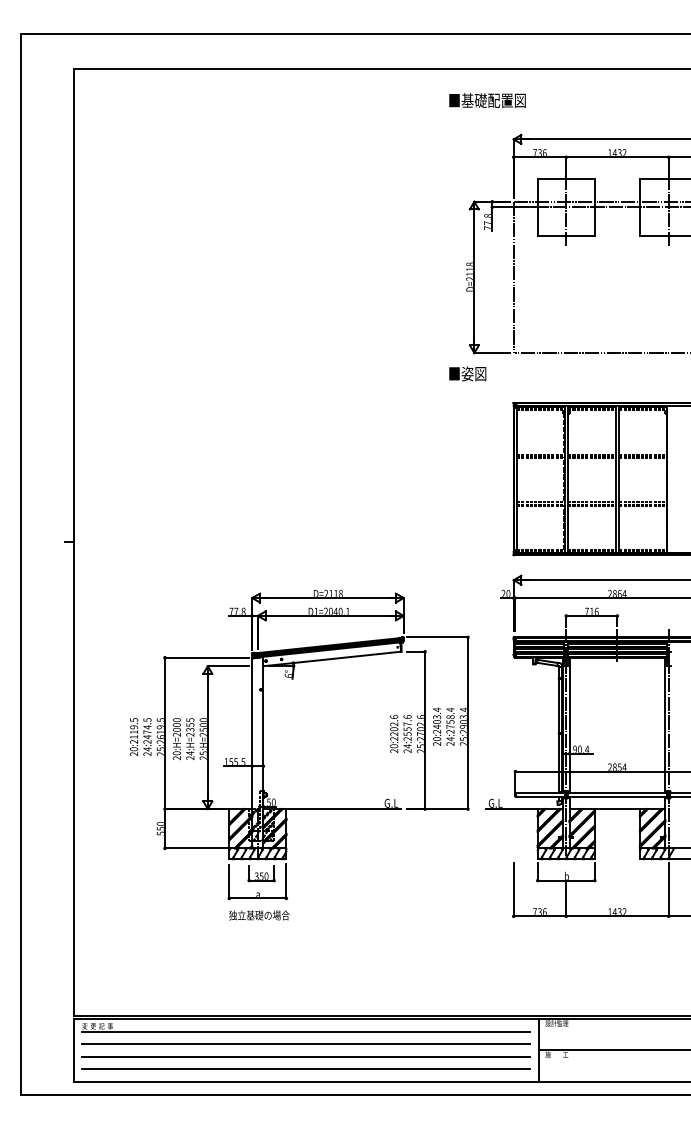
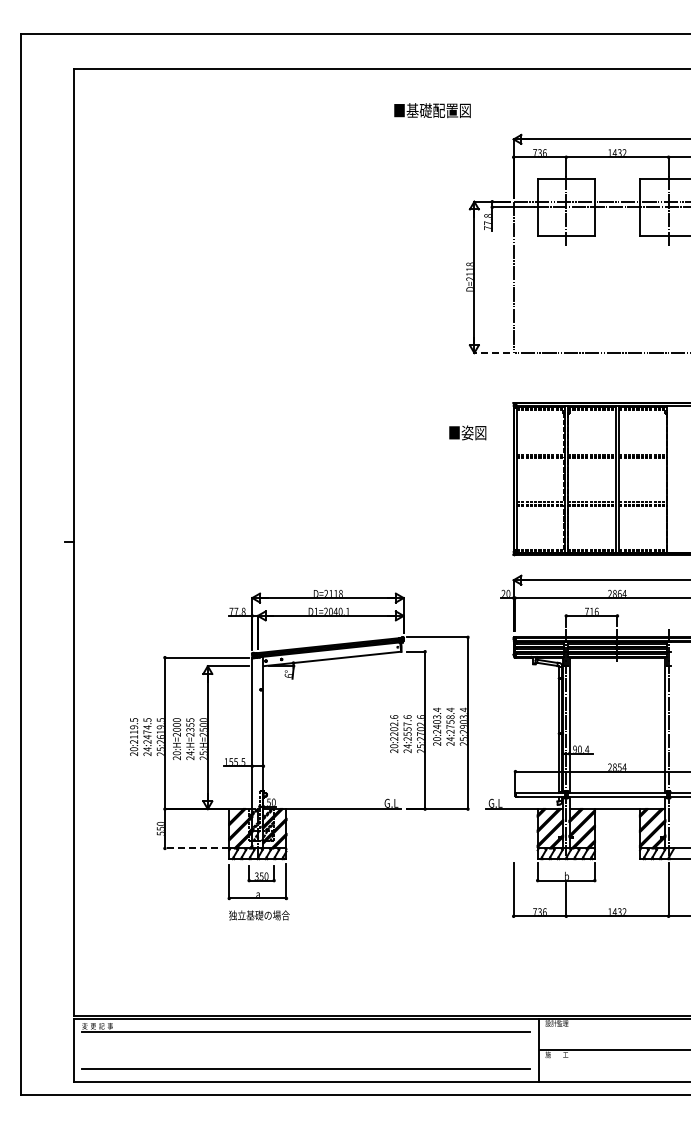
text at (487, 100) position: (487, 100) -> (432, 110)
line at (492, 353): solid -> dashed
text at (467, 373) position: (467, 373) -> (467, 432)
line at (196, 848): solid -> dashed
line at (305, 1044): present -> none
line at (305, 1056): present -> none
